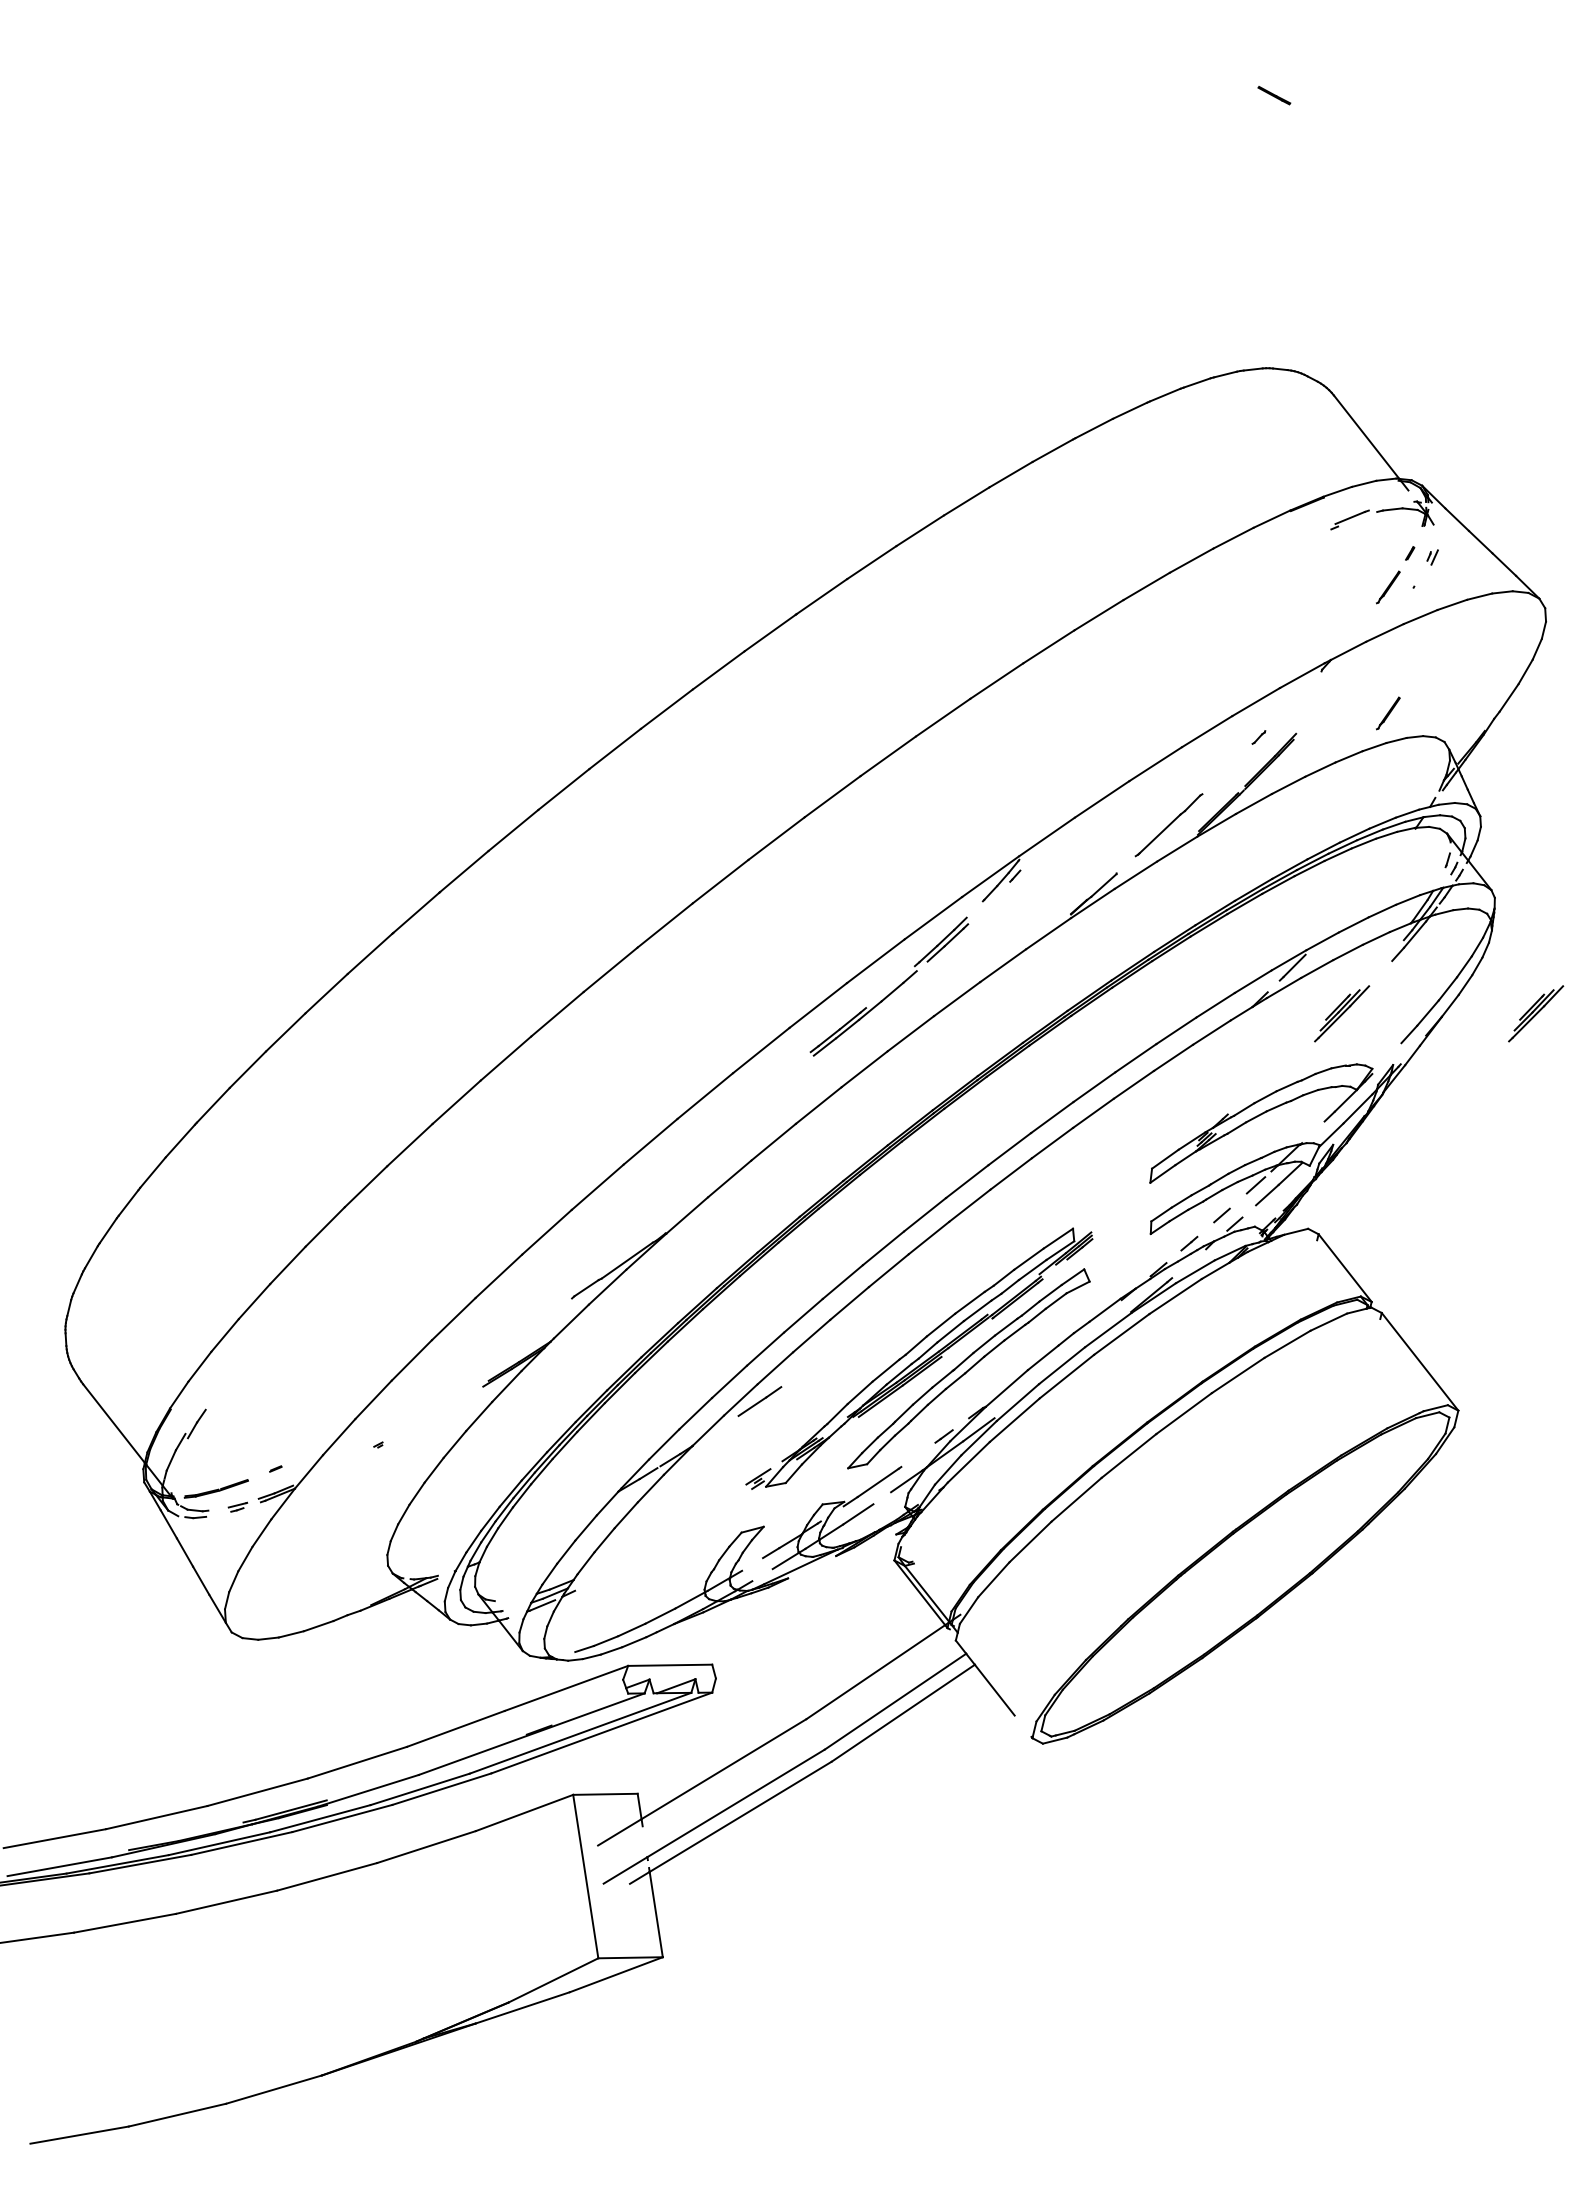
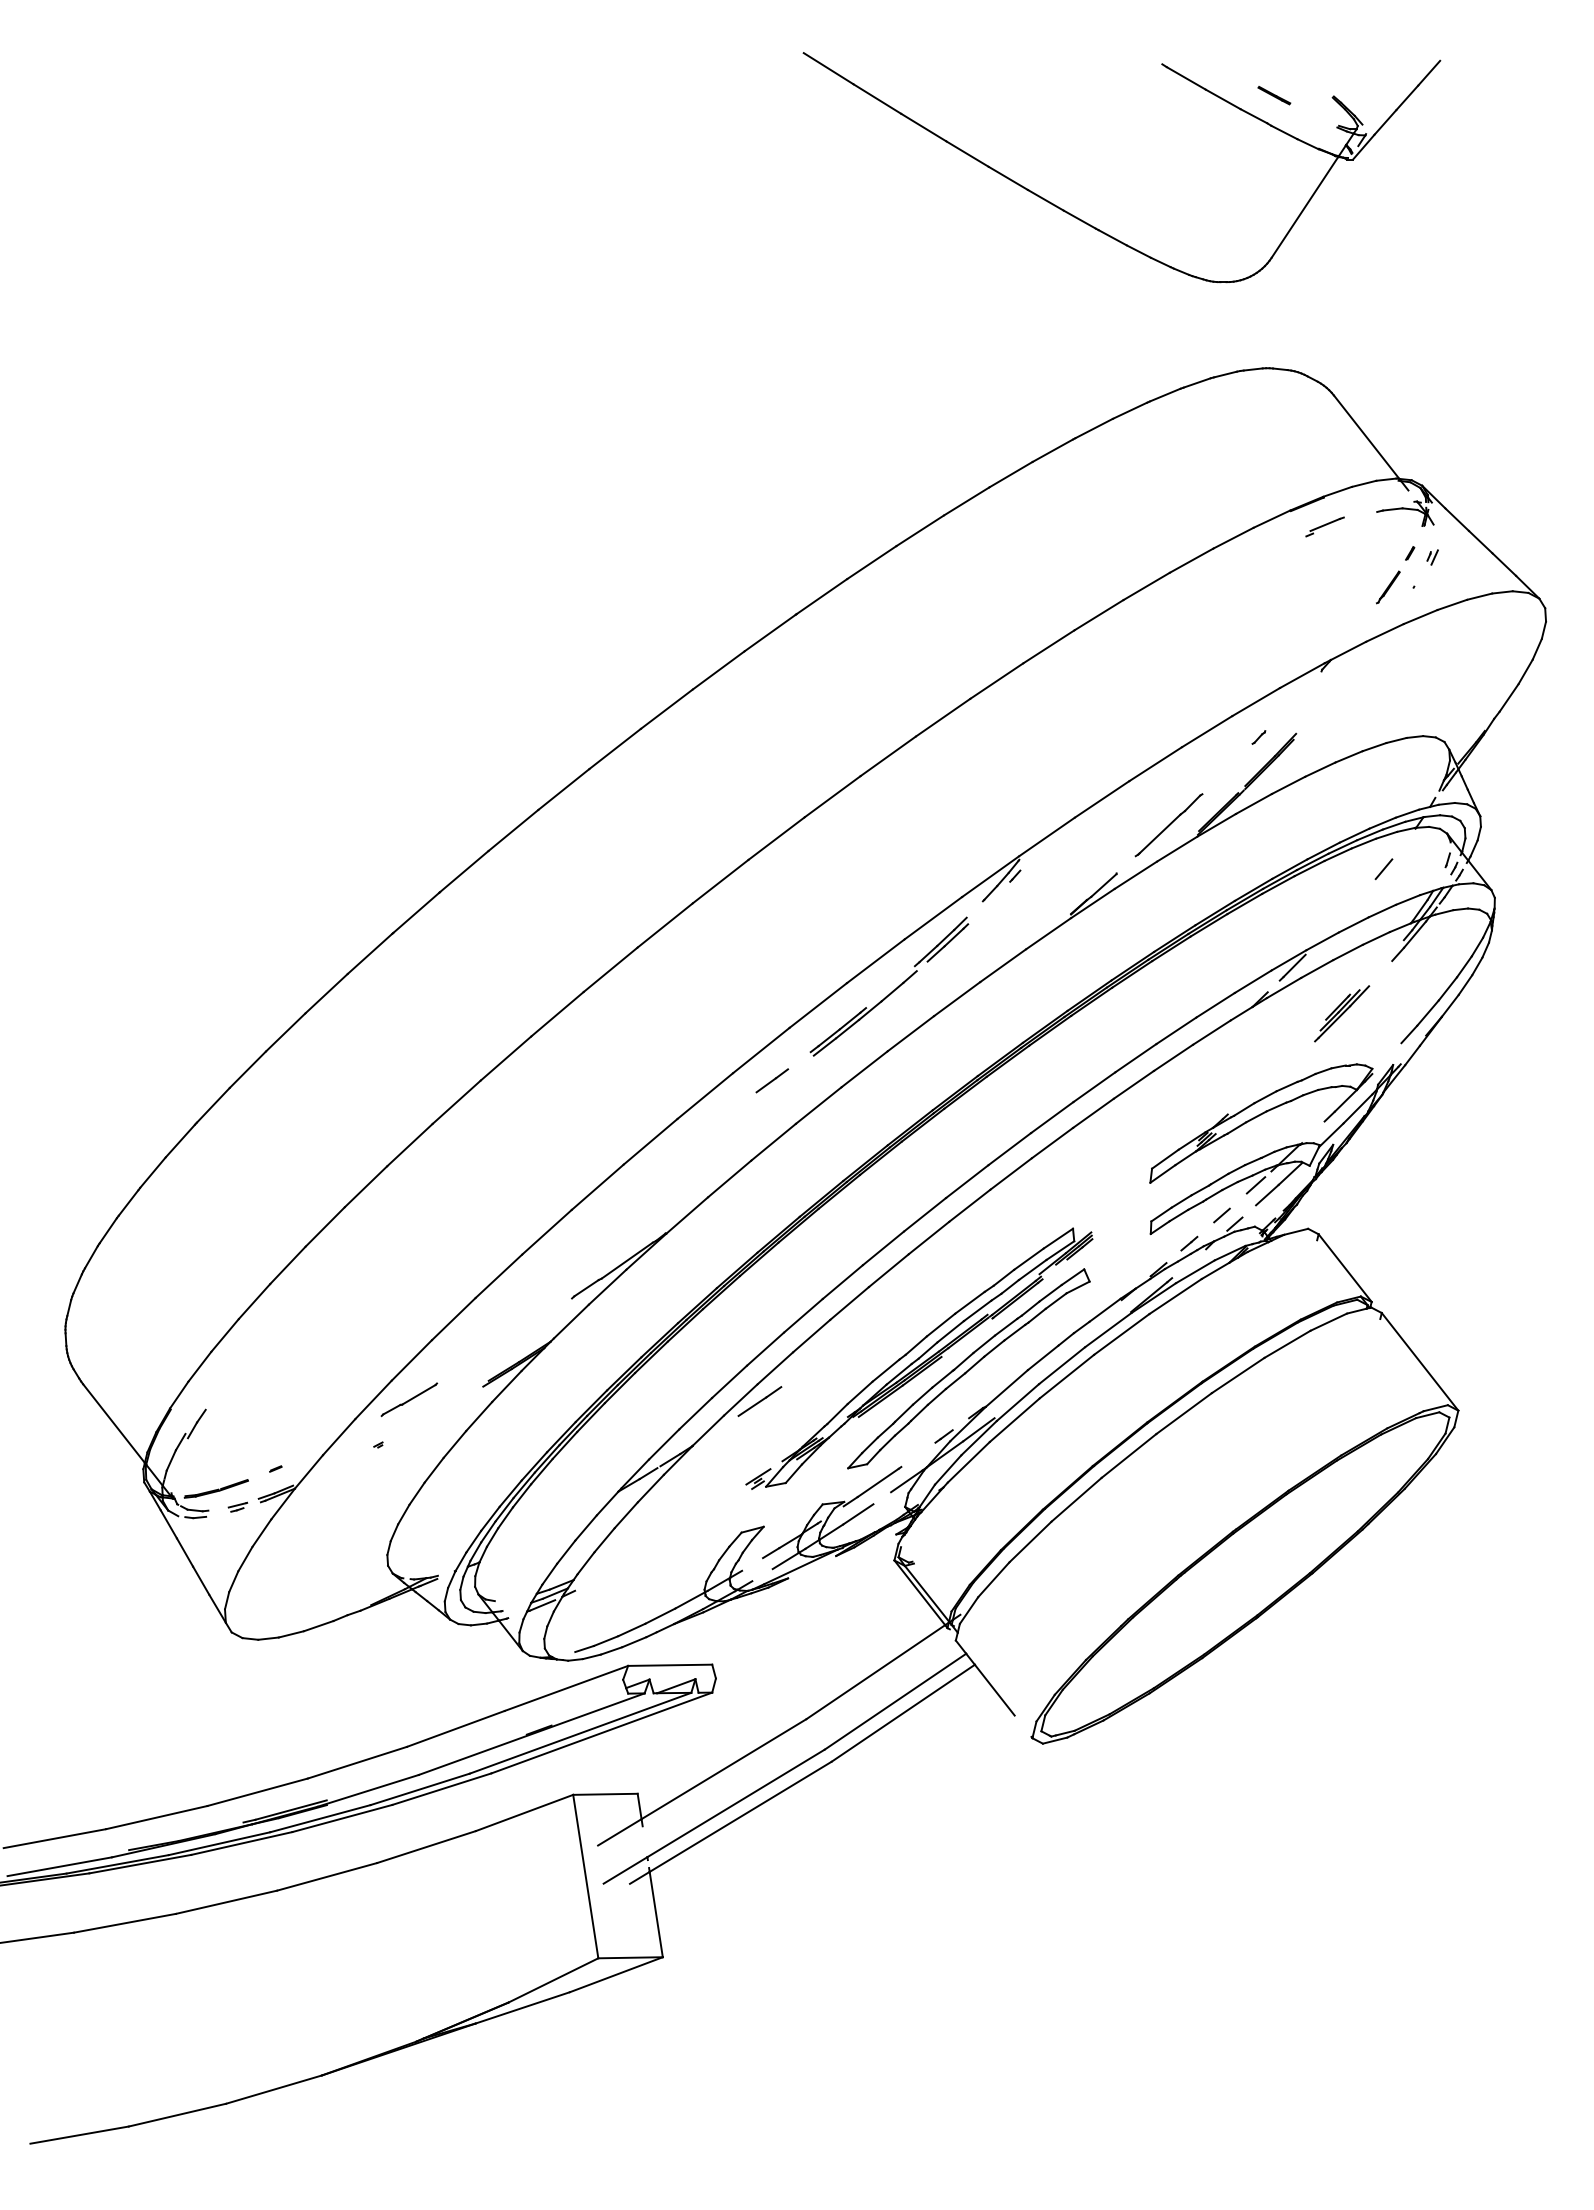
part at (1087, 222): none -> present
part at (1349, 519) position: (1349, 519) -> (1324, 526)
line at (1388, 713): present -> none
line at (1383, 869): none -> present
part at (1536, 1013): present -> none
line at (772, 1080): none -> present
part at (409, 1399): none -> present
